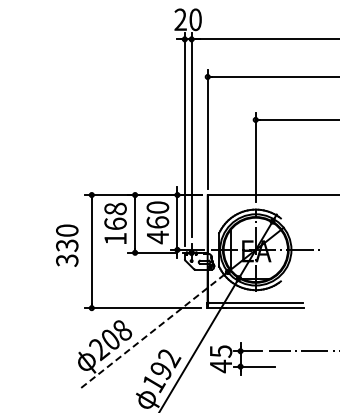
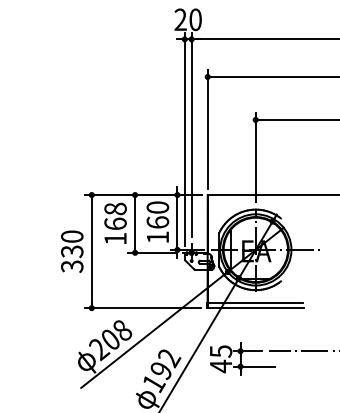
text at (157, 237): 460 -> 160
text at (67, 245) position: (67, 245) -> (72, 251)
line at (153, 330): dashed -> solid
